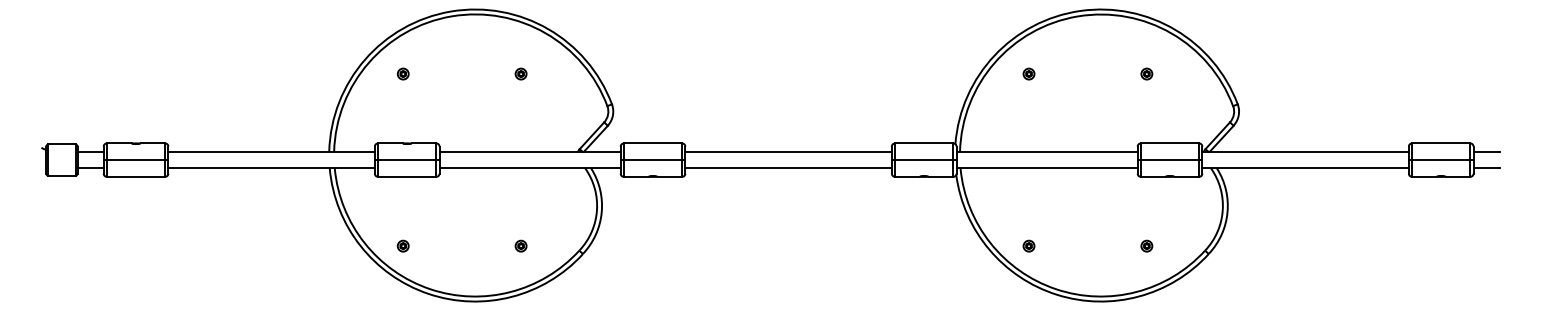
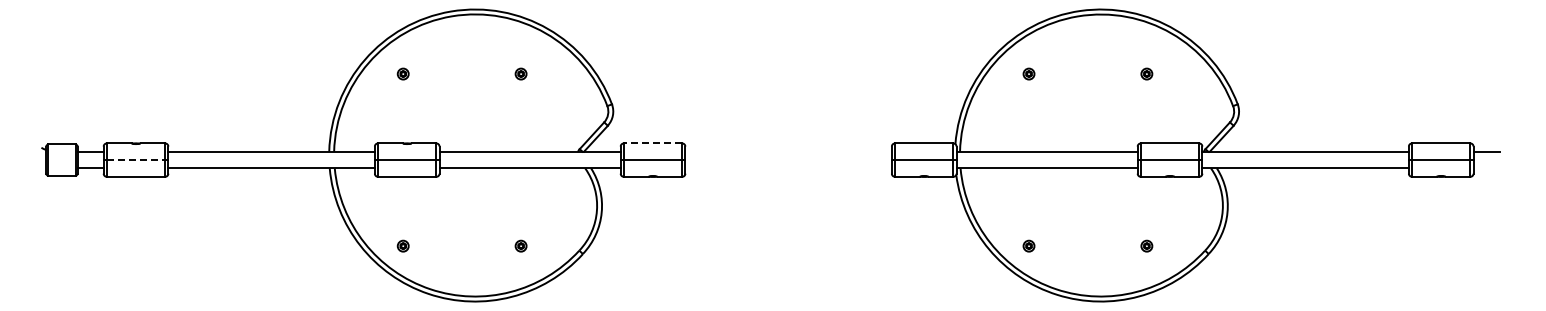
line at (652, 143): solid -> dashed
line at (788, 151): present -> none
line at (136, 160): solid -> dashed
line at (788, 168): present -> none
line at (1486, 168): present -> none
